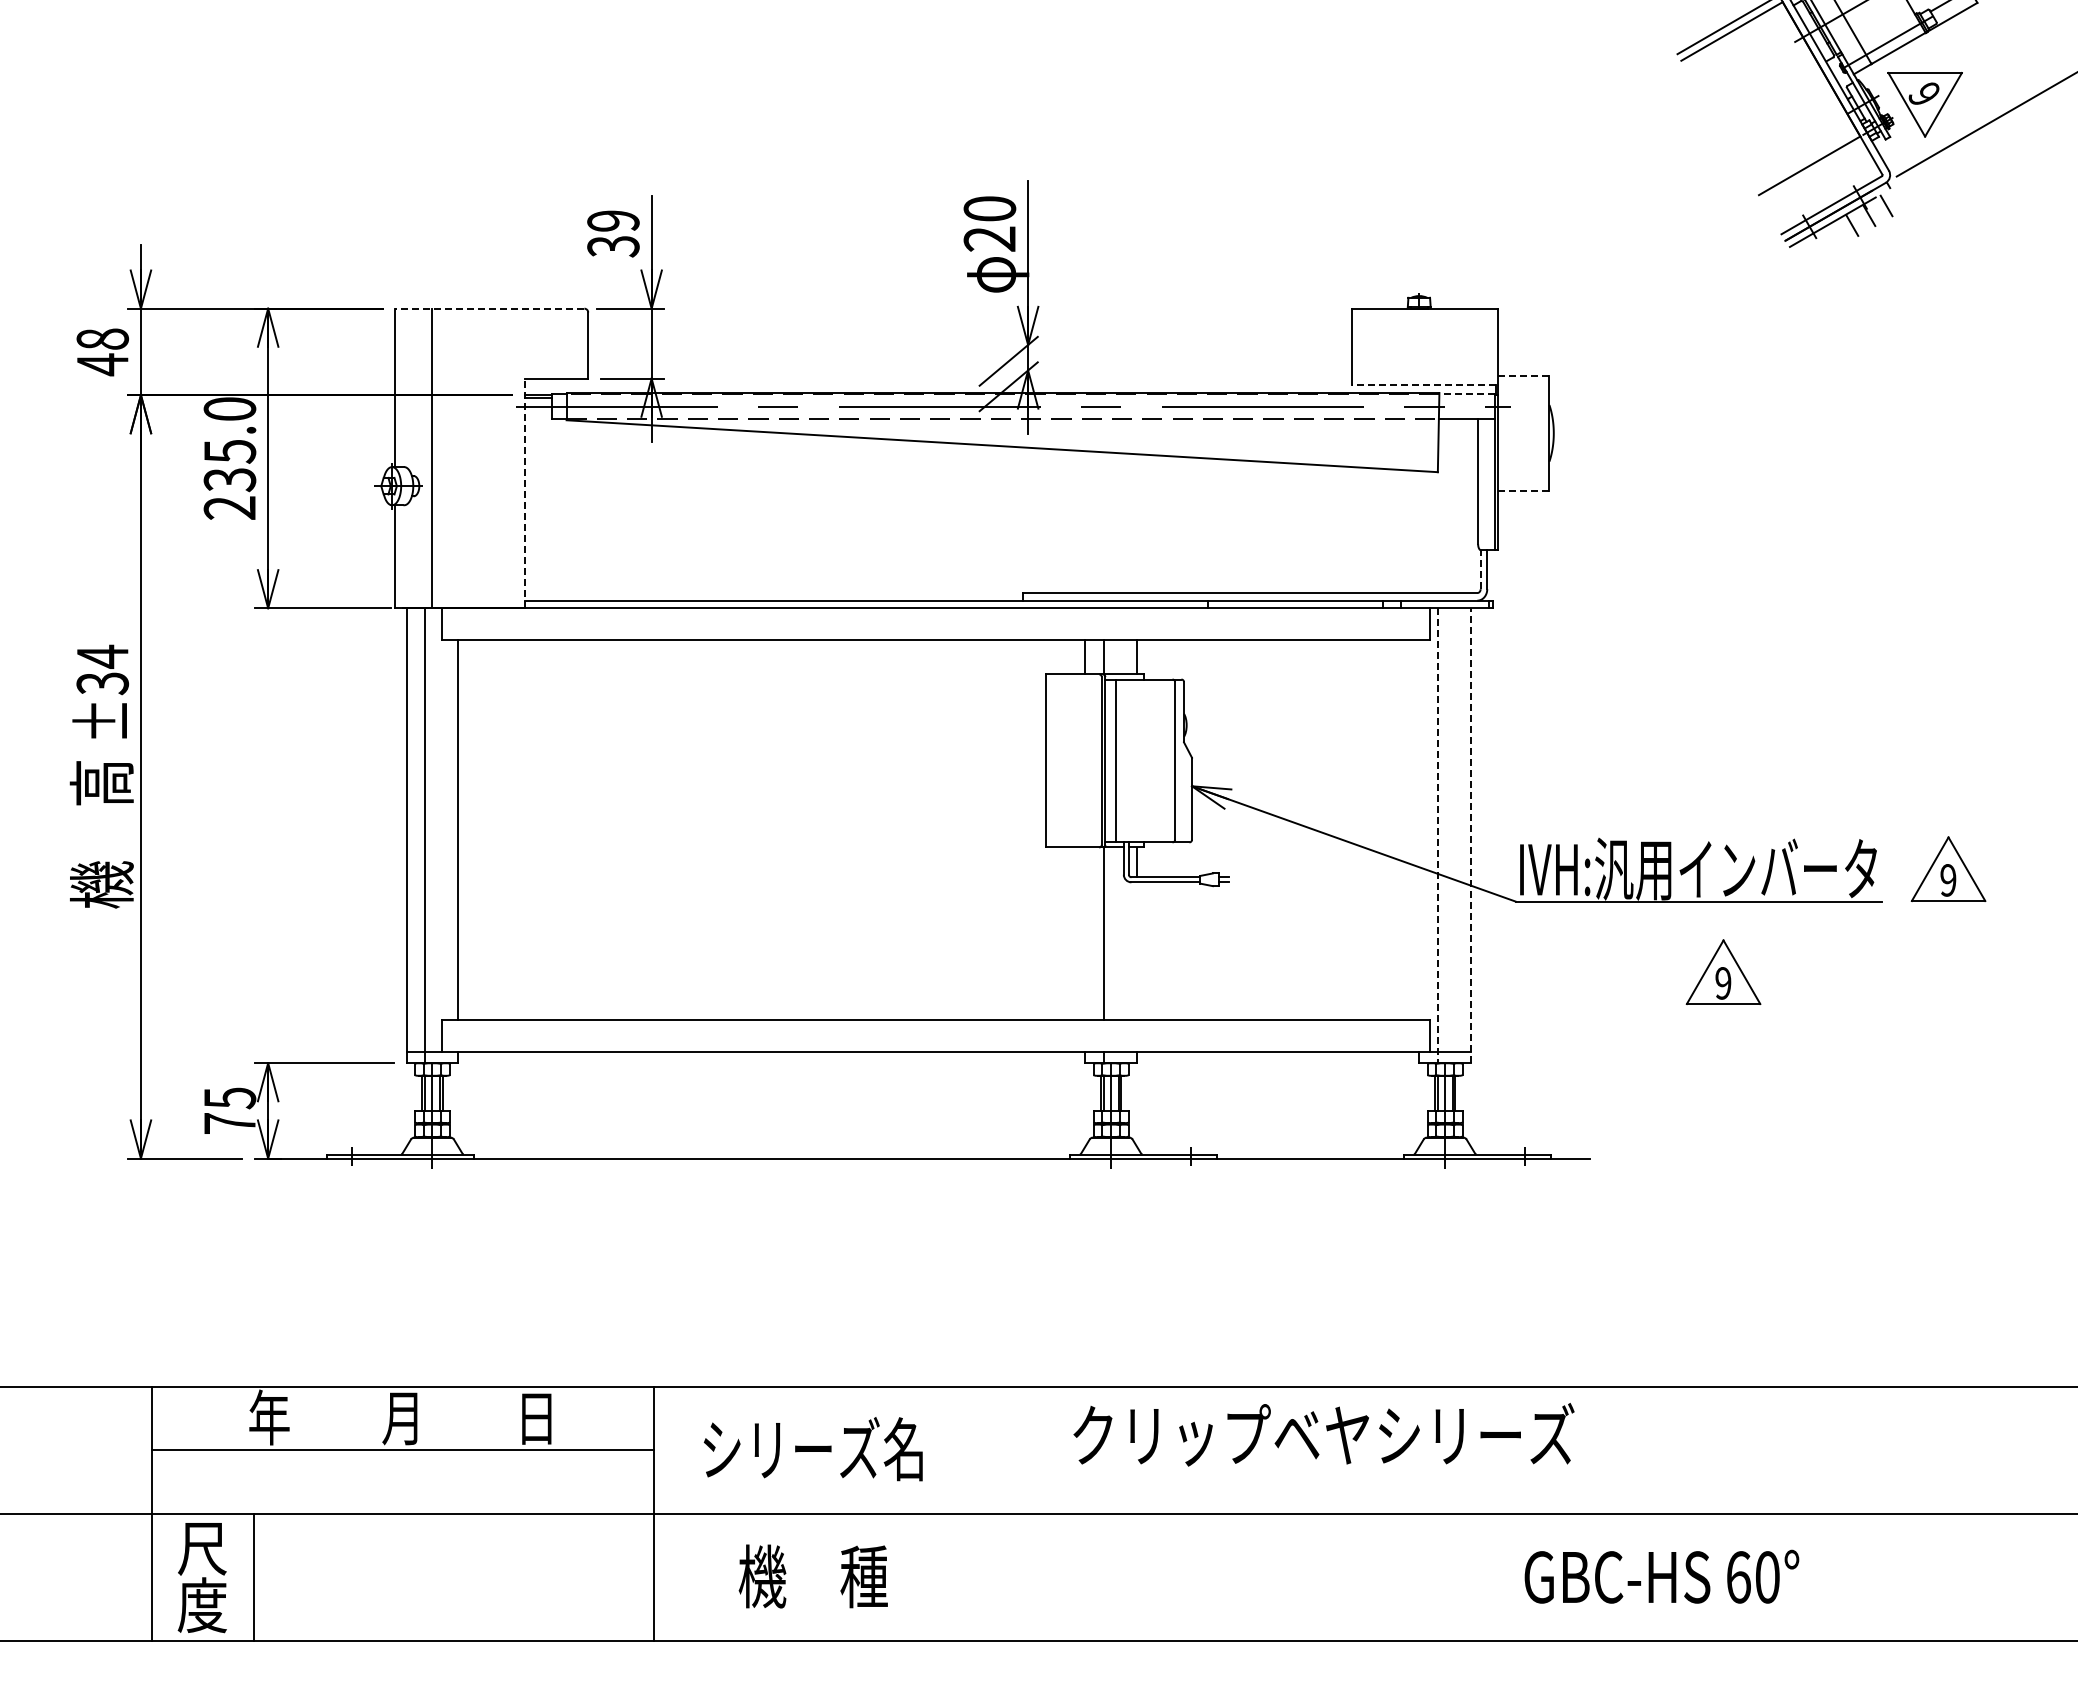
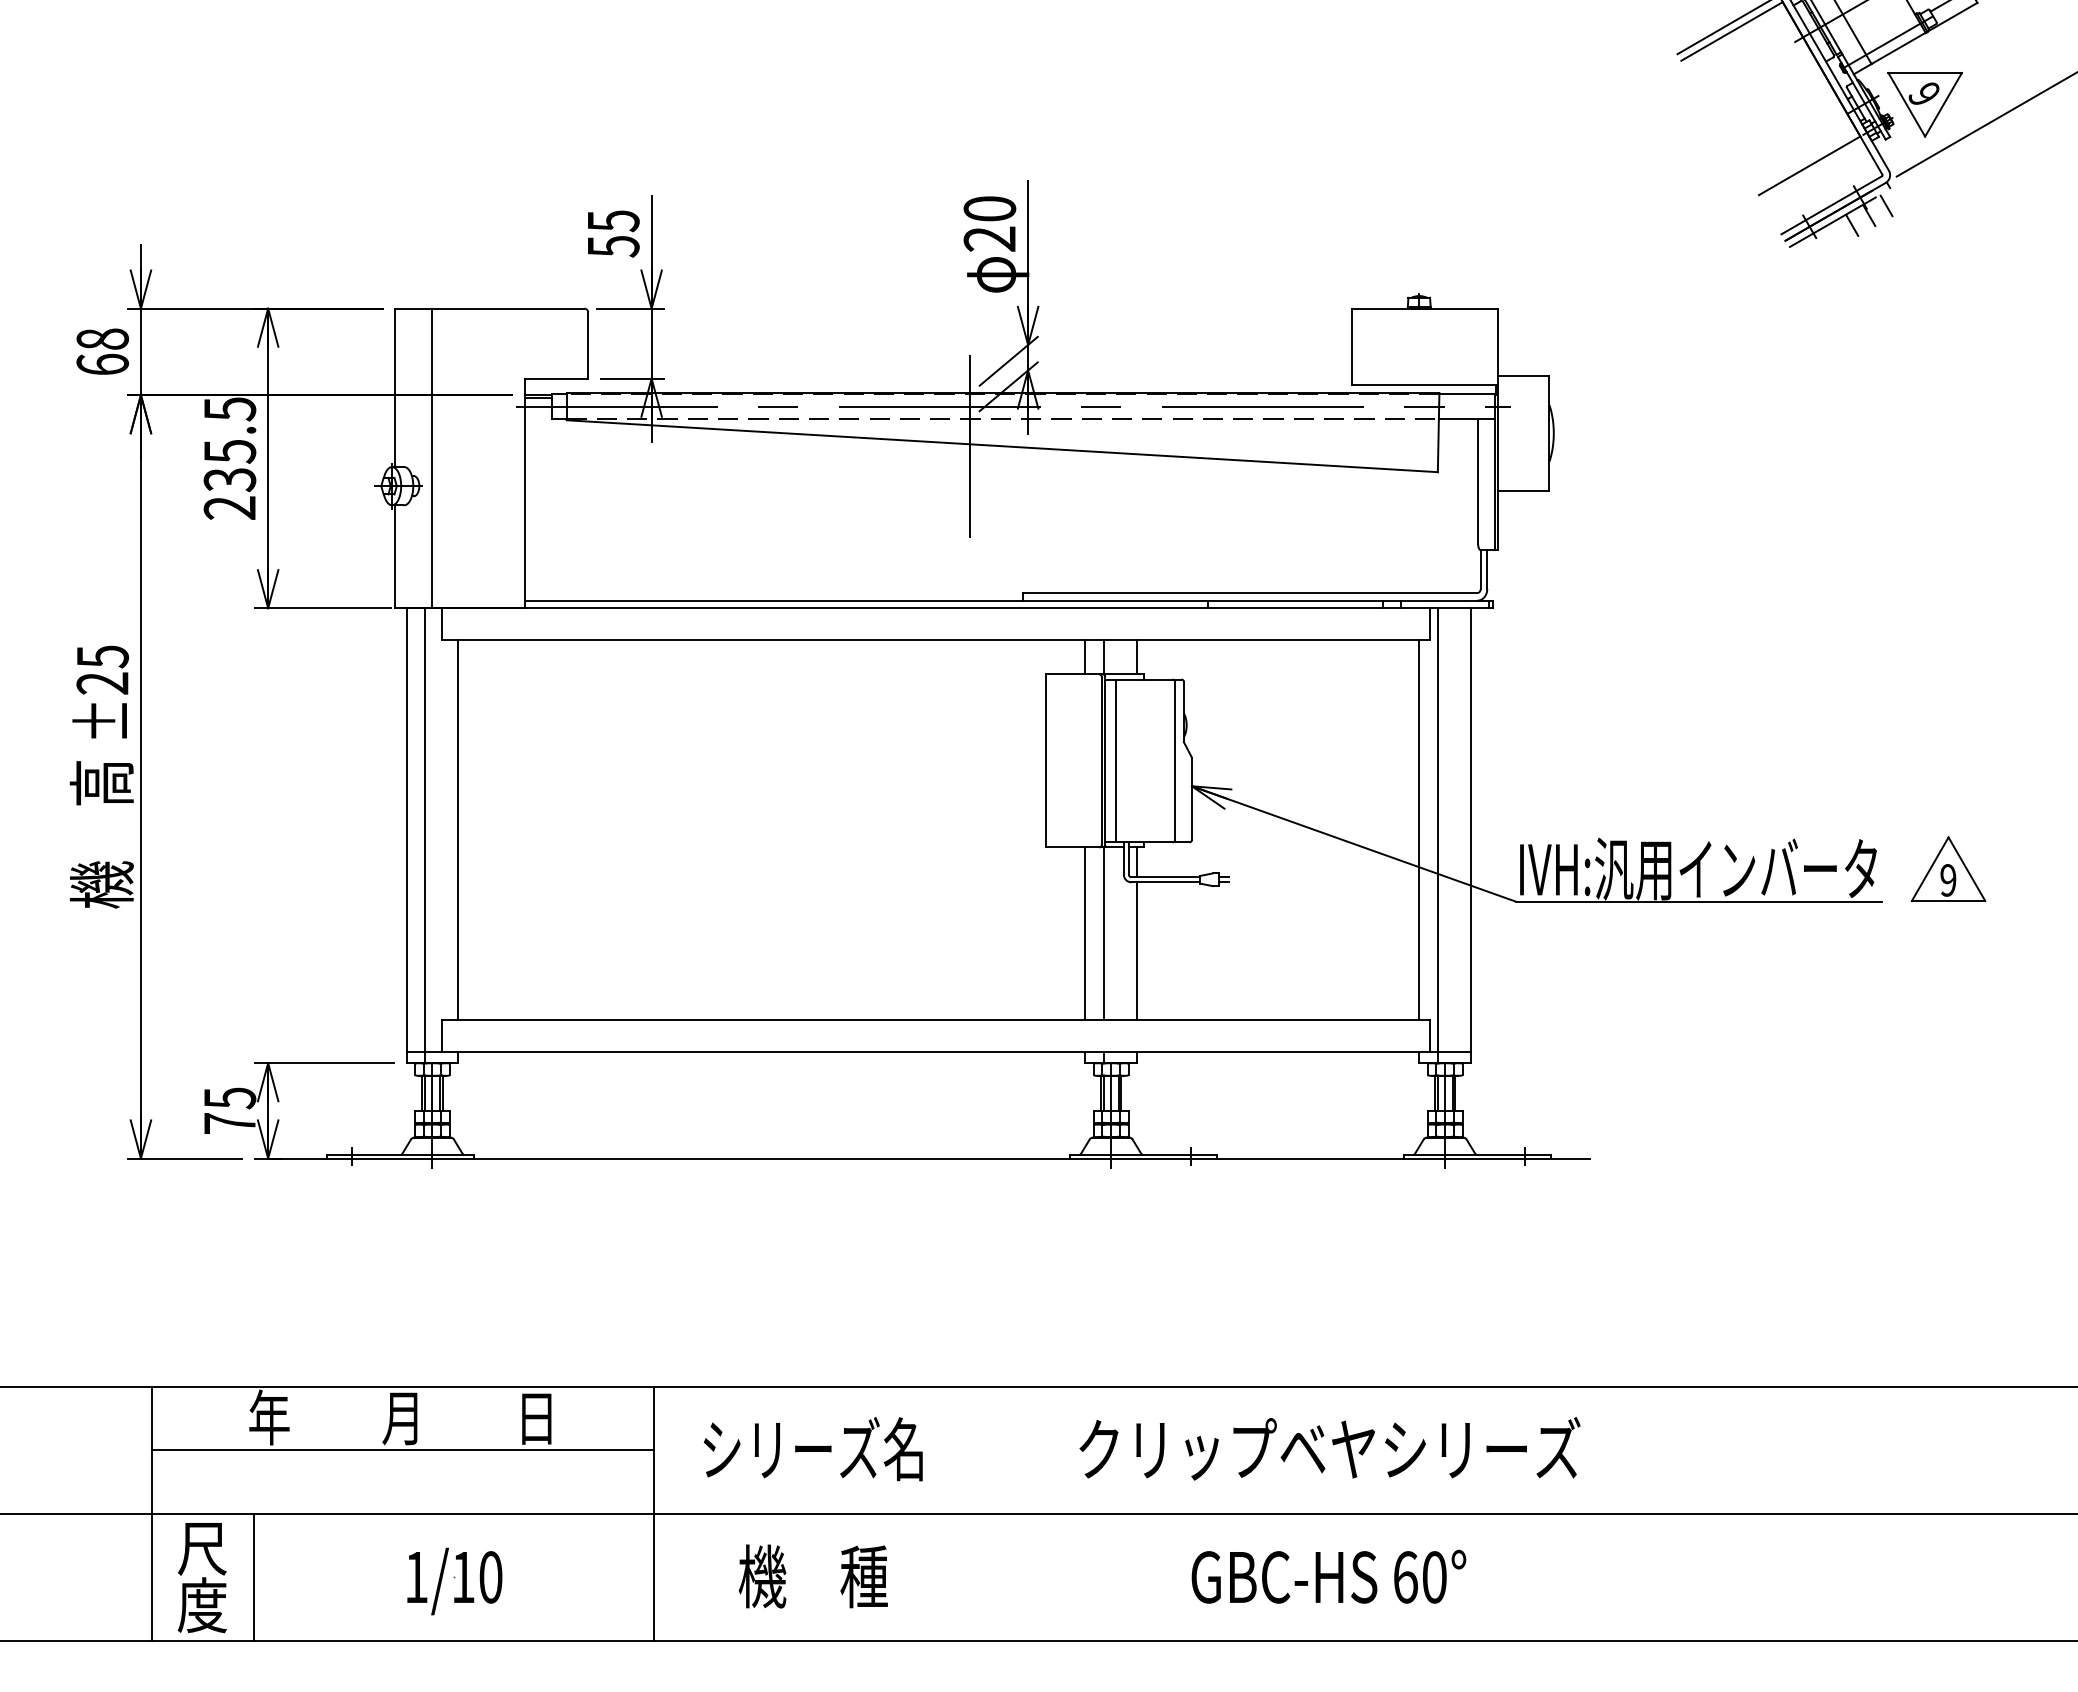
text at (613, 233): 39 -> 55
line at (489, 308): dashed -> solid
text at (102, 364): 48 -> 68
line at (1523, 376): dashed -> solid
line at (1423, 385): dashed -> solid
line at (1467, 393): dashed -> solid
text at (229, 409): 235.0 -> 235.5
line at (969, 445): none -> present
line at (1523, 490): dashed -> solid
line at (524, 493): dashed -> solid
line at (1480, 569): dashed -> solid
text at (102, 669): ±34 -> ±25
line at (1419, 829): none -> present
line at (1470, 835): dashed -> solid
line at (1437, 836): dashed -> solid
line at (1085, 933): none -> present
line at (1136, 950): none -> present
part at (1723, 971): present -> none
text at (1323, 1434) position: (1323, 1434) -> (1329, 1448)
text at (1661, 1576) position: (1661, 1576) -> (1328, 1576)
part at (454, 1581): none -> present
